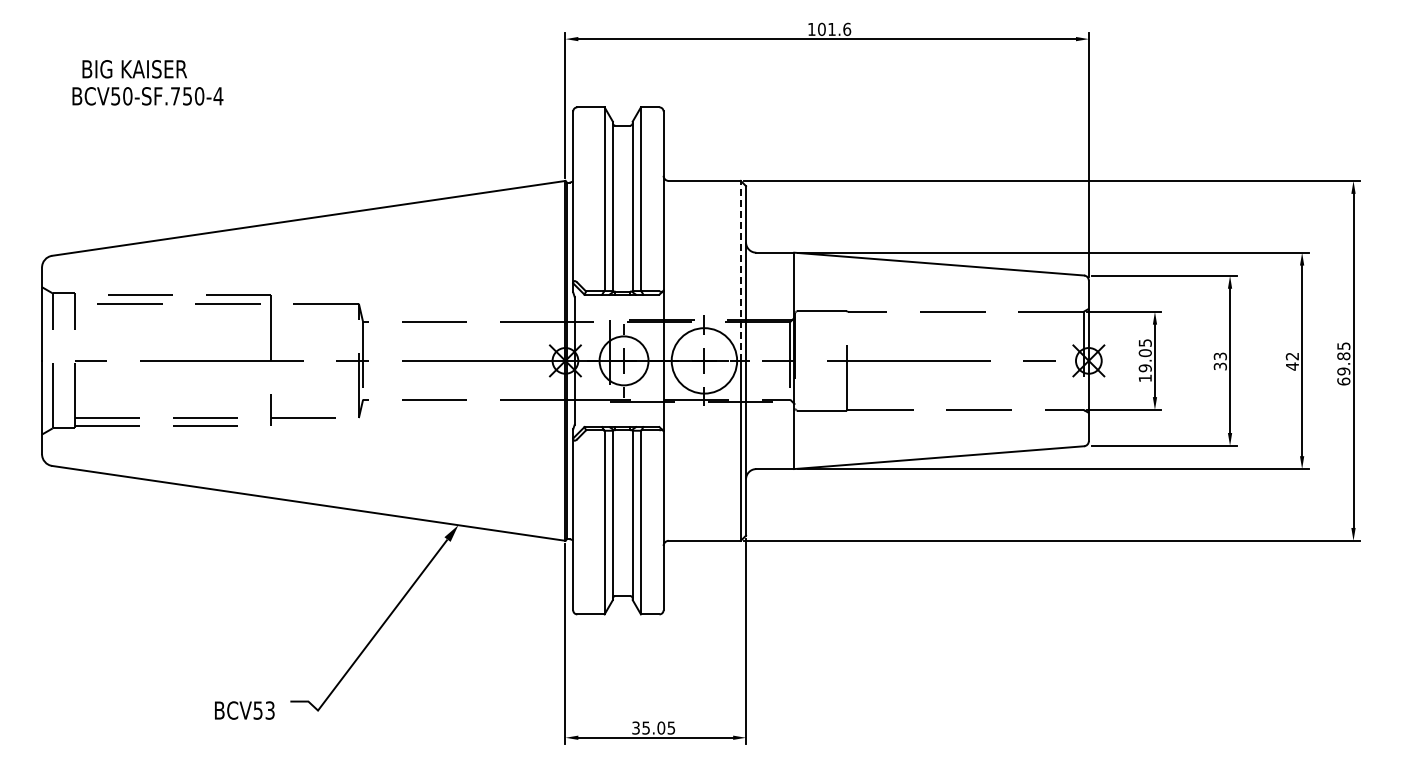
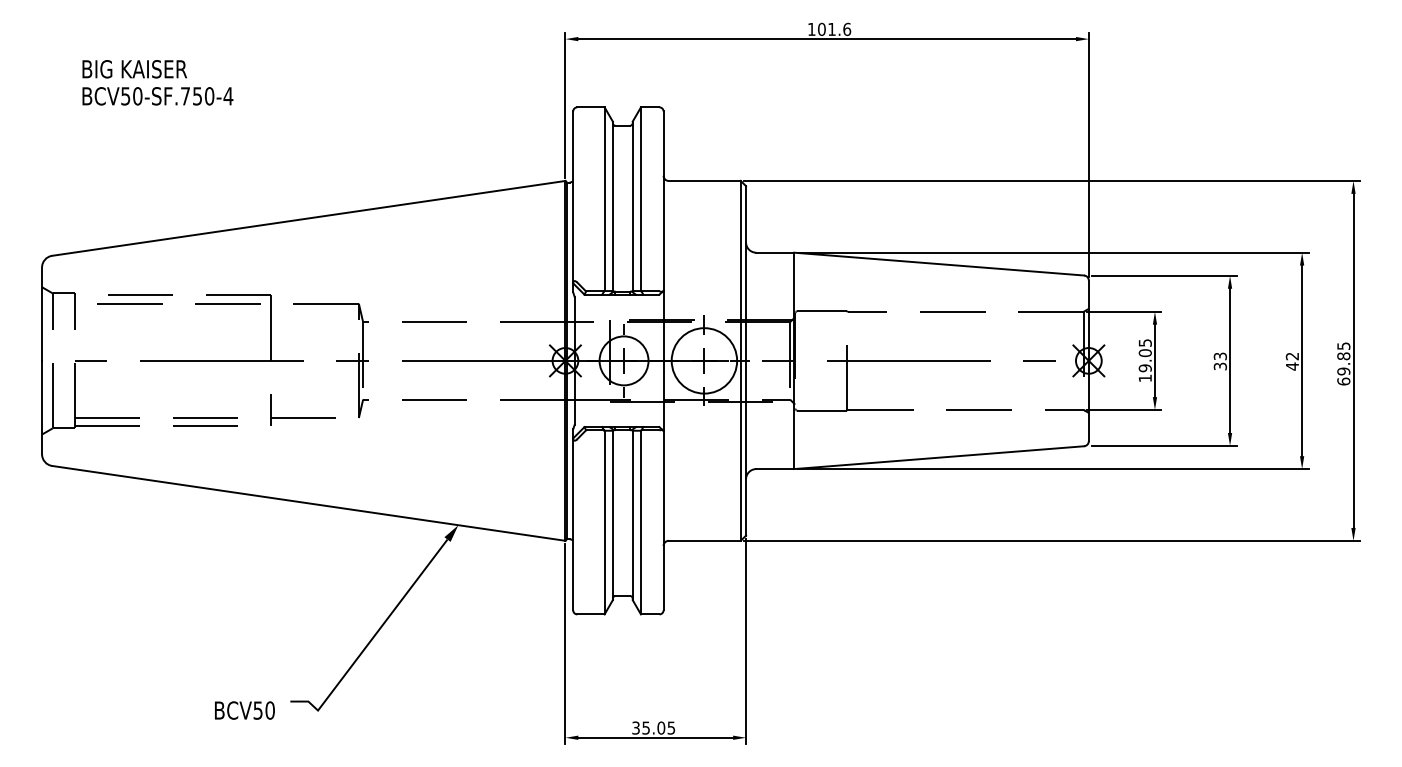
text at (147, 96) position: (147, 96) -> (157, 96)
line at (740, 270): dashed -> solid
text at (269, 710): BCV53 -> BCV50
